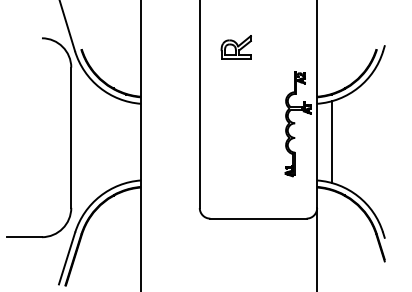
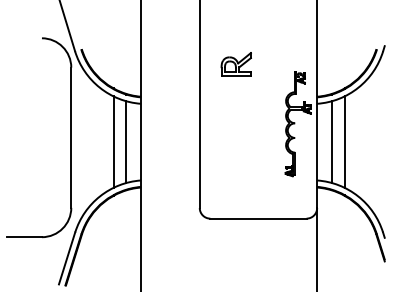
part at (235, 47) position: (235, 47) -> (235, 64)
line at (113, 141): none -> present
line at (126, 141): none -> present
line at (344, 141): none -> present
